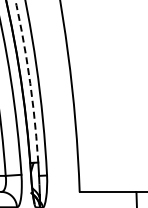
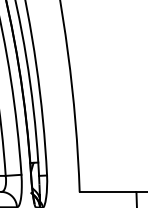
arc at (29, 80): dashed -> solid
